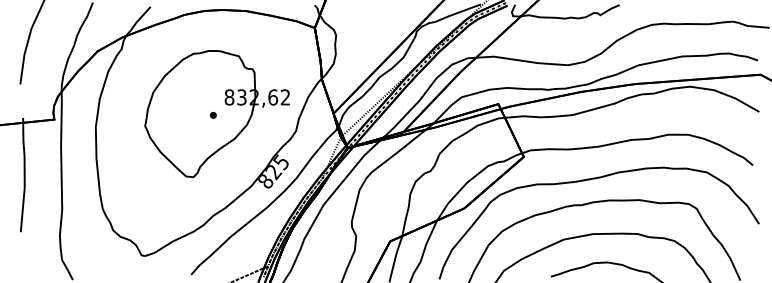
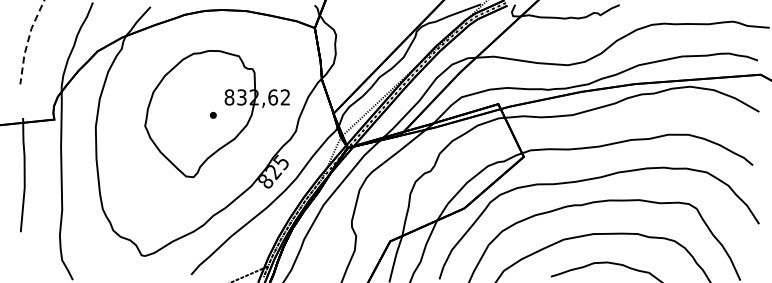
line at (28, 41): solid -> dashed
